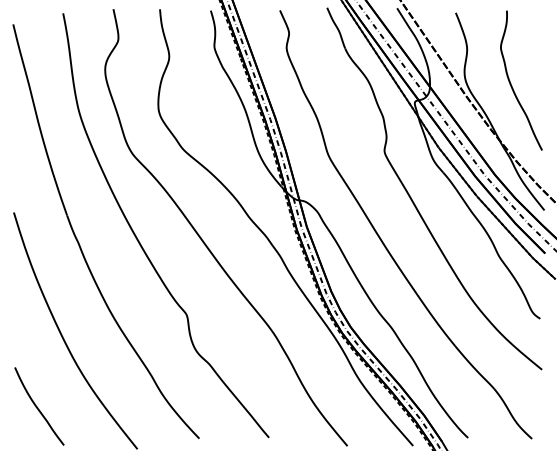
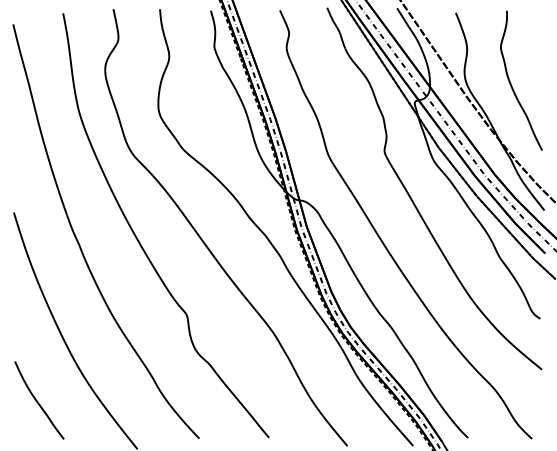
curve at (38, 407) position: (38, 407) -> (38, 401)
